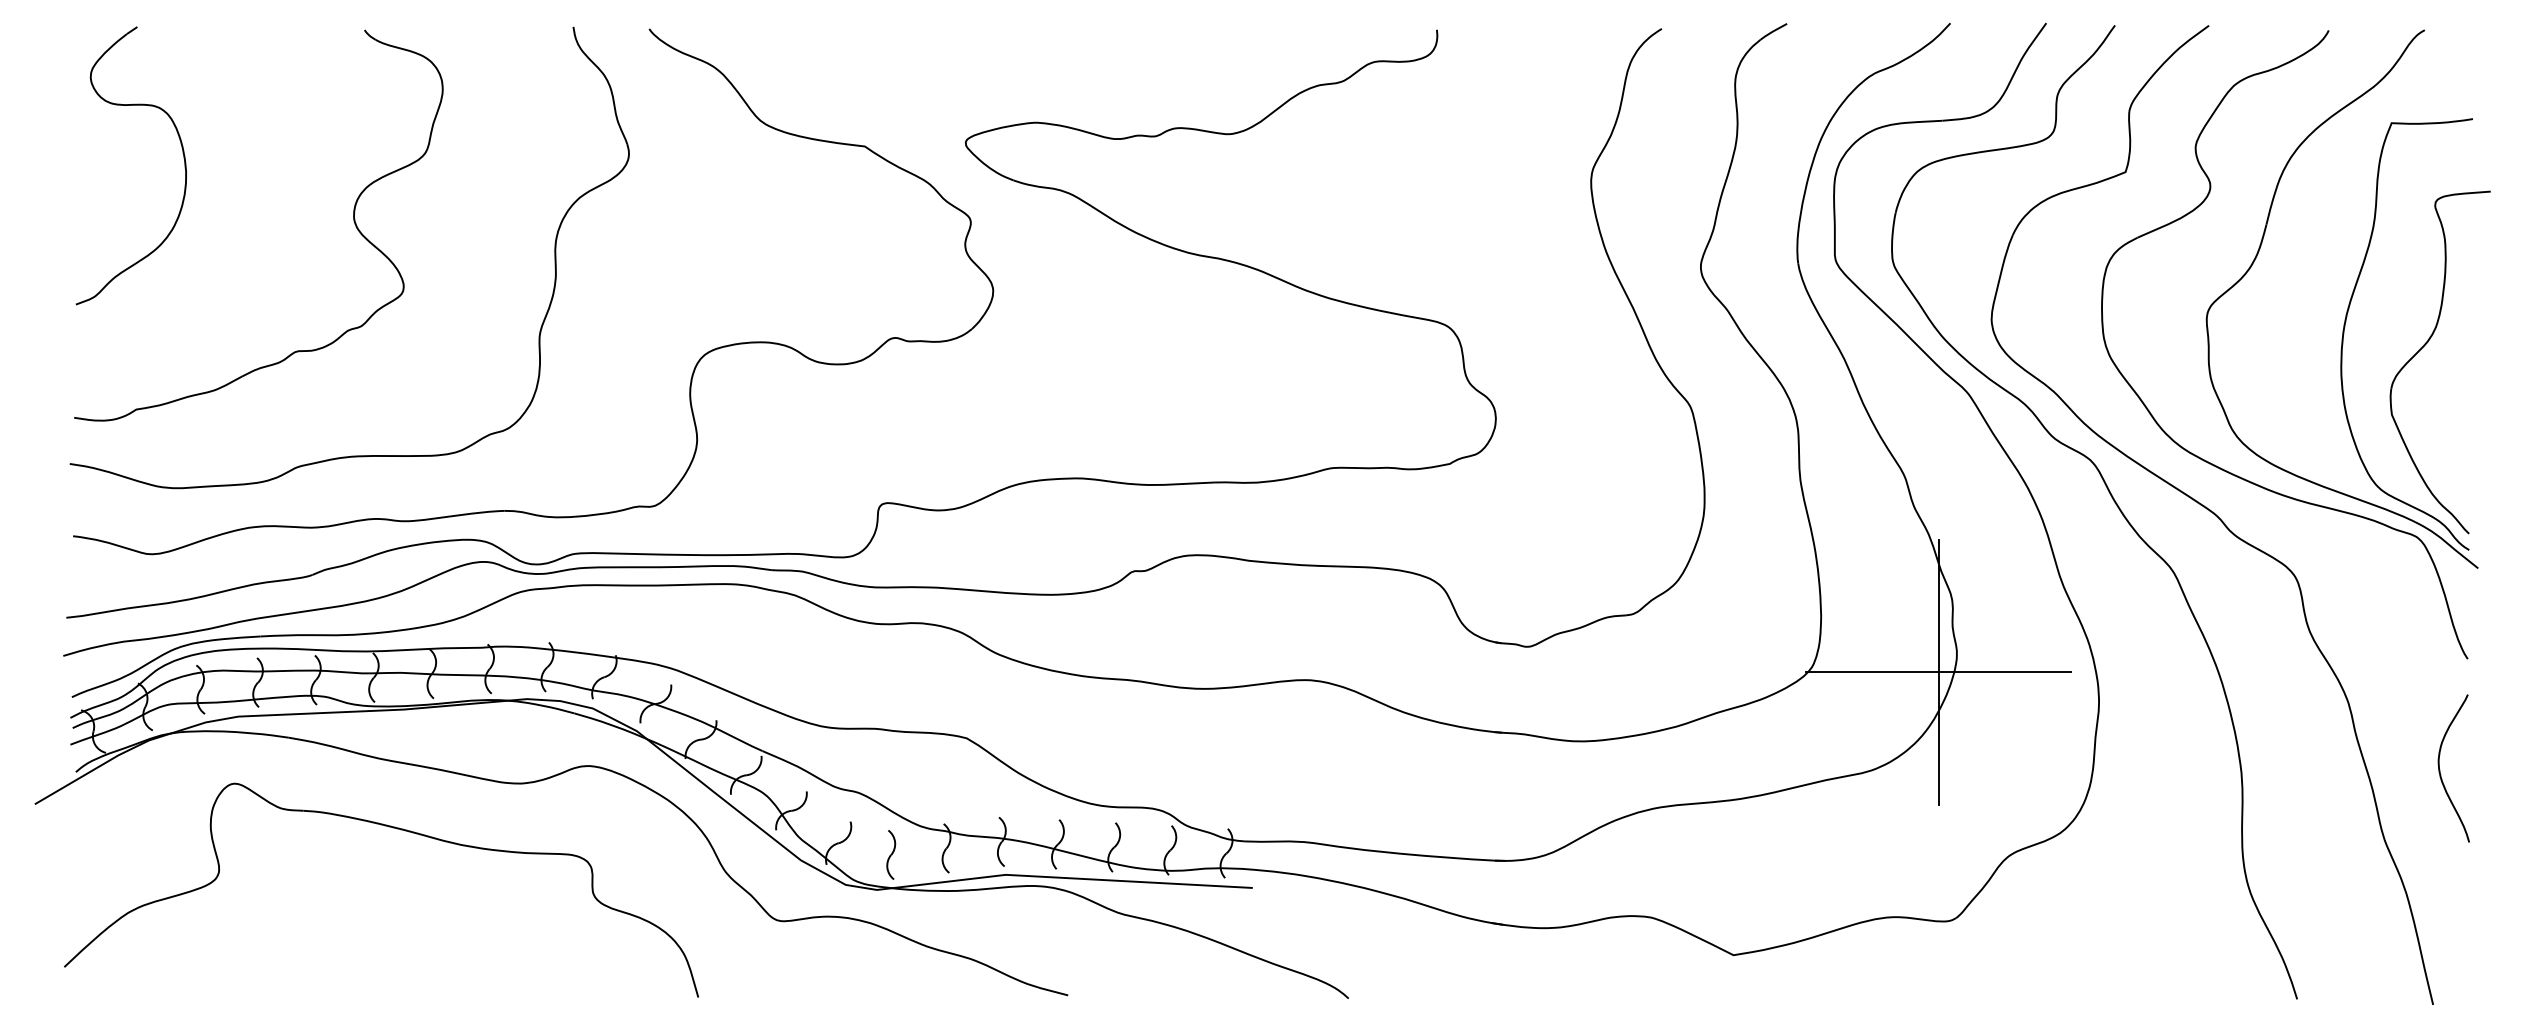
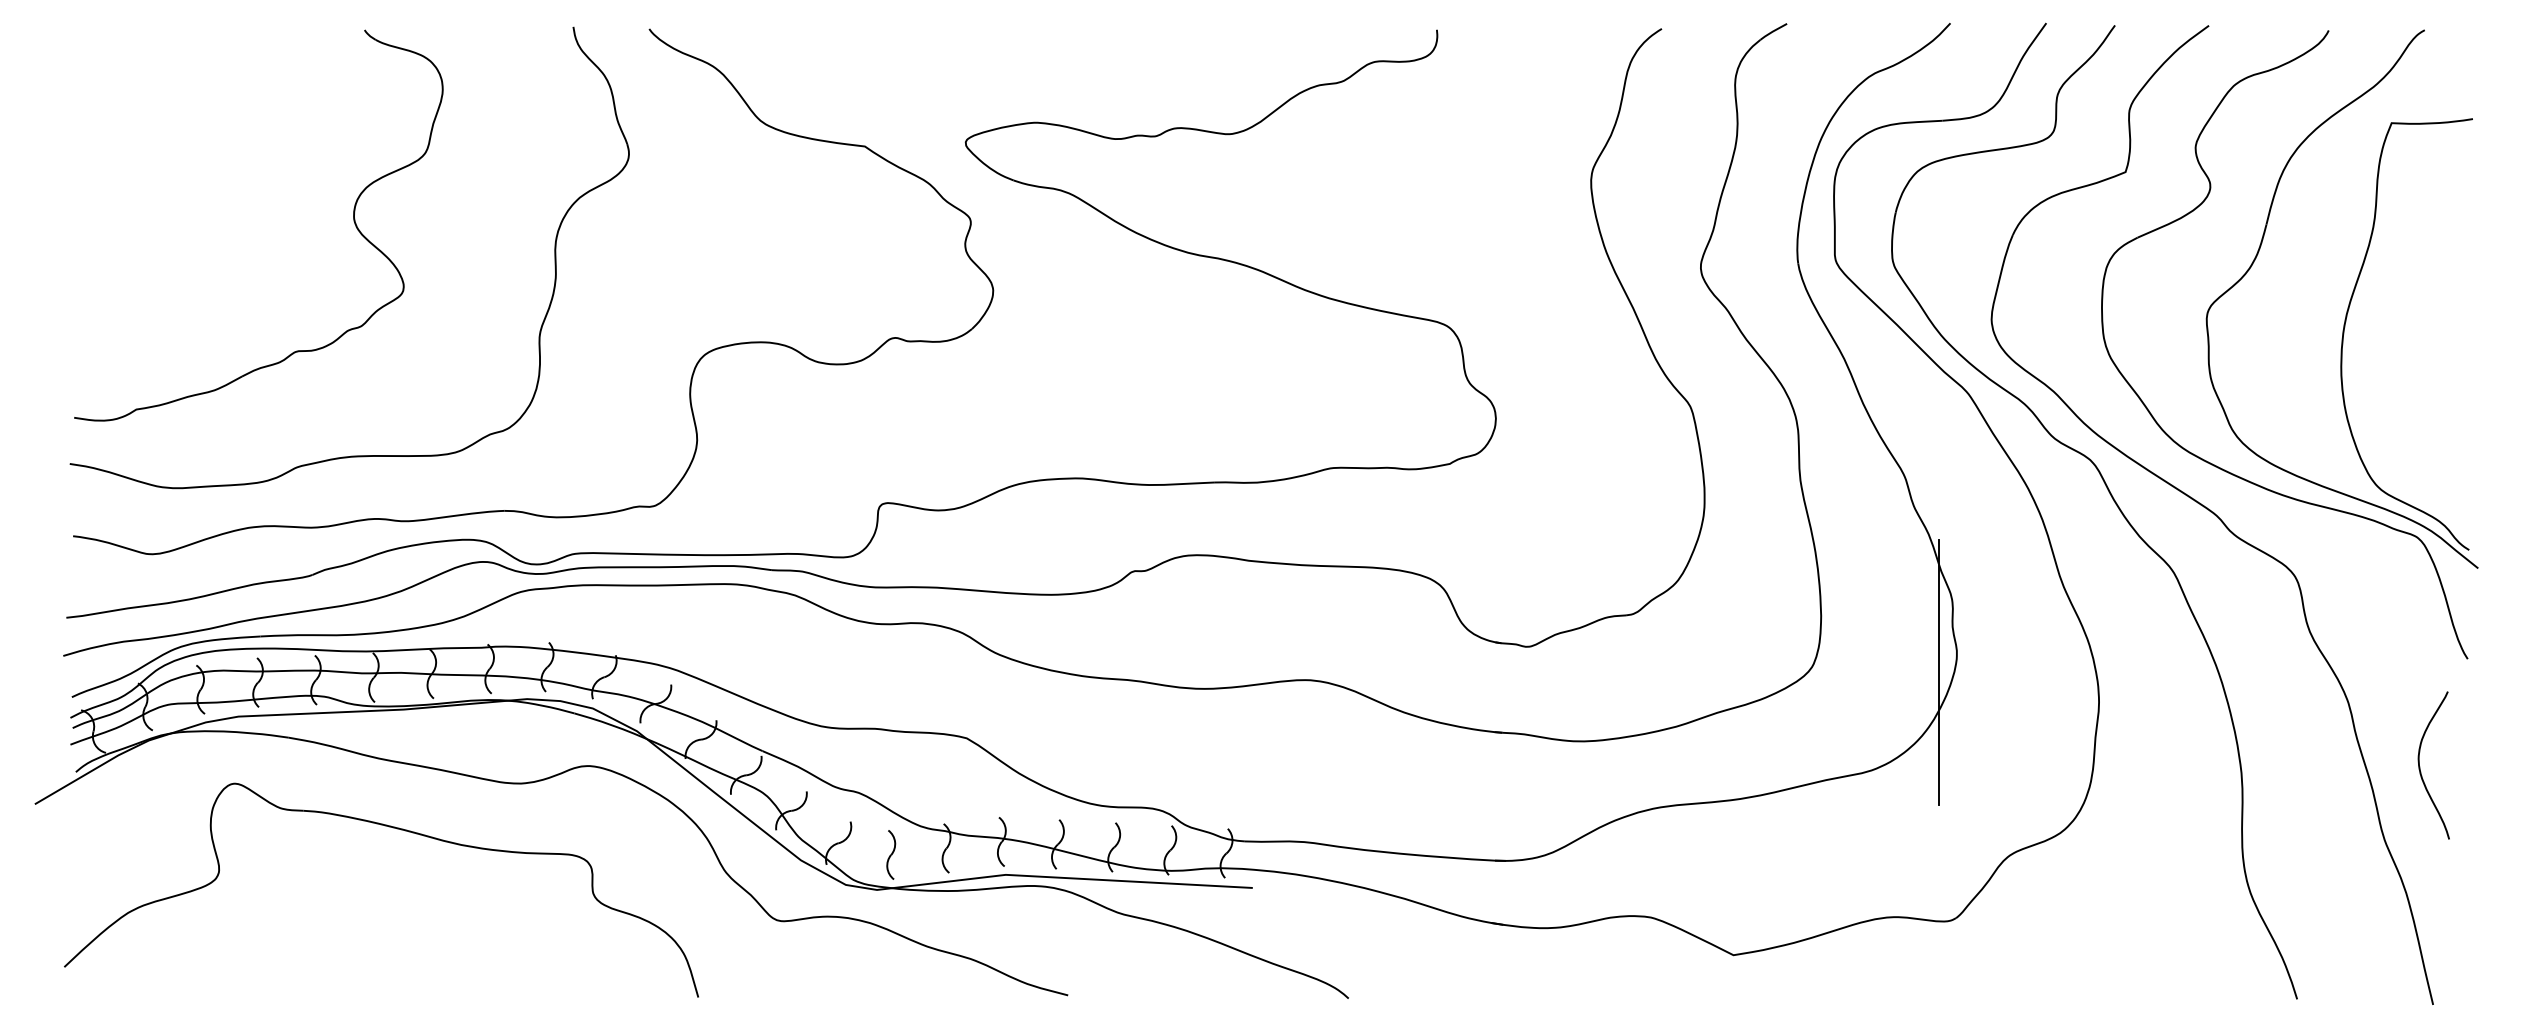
part at (182, 153): present -> none
part at (2424, 346): present -> none
line at (1938, 672): present -> none
curve at (2440, 769) position: (2440, 769) -> (2420, 766)
